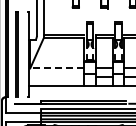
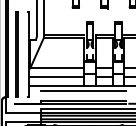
line at (57, 68): dashed -> solid
line at (56, 76): none -> present
line at (83, 90): none -> present
